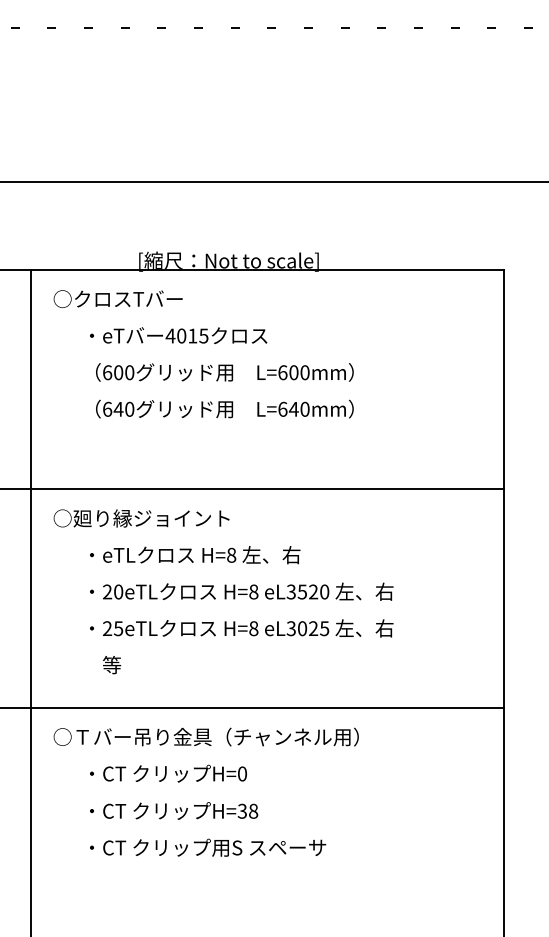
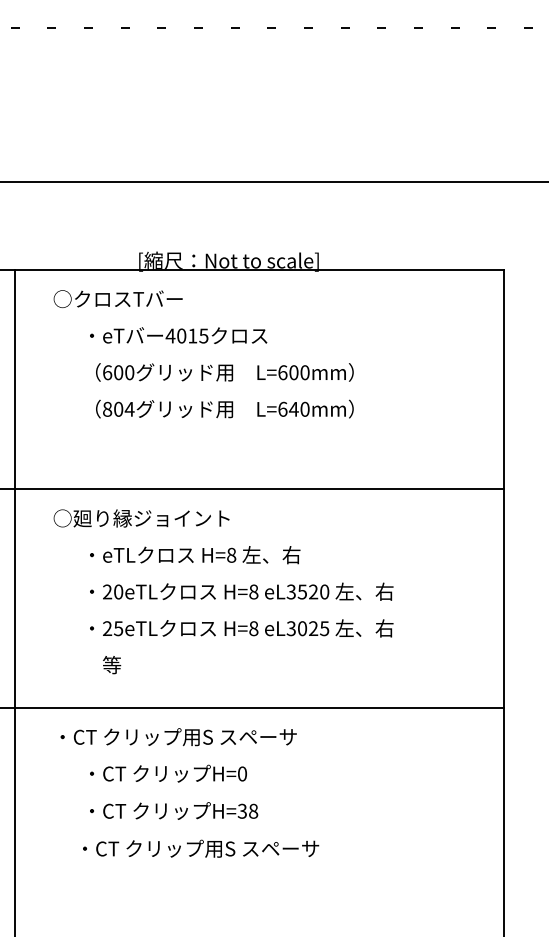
text at (118, 408): 640 -> 804
line at (30, 601) position: (30, 601) -> (14, 601)
text at (205, 736): ○Ｔバー吊り金具（チャンネル用） -> ・CT クリップ用S スペーサ
text at (208, 847) position: (208, 847) -> (201, 848)
